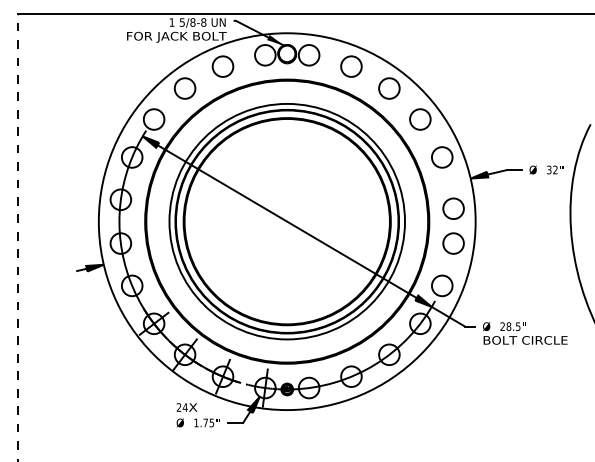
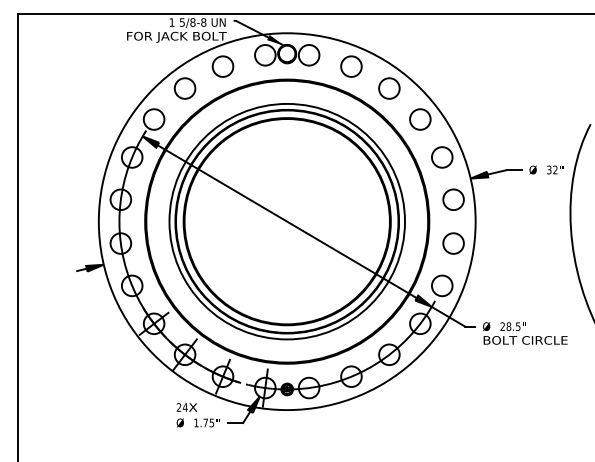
circle at (453, 208) position: (453, 208) -> (453, 199)
line at (17, 237): dashed -> solid
